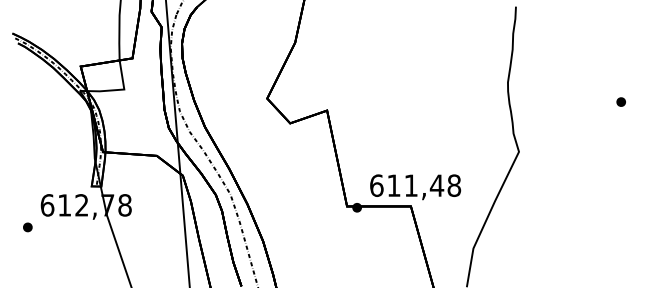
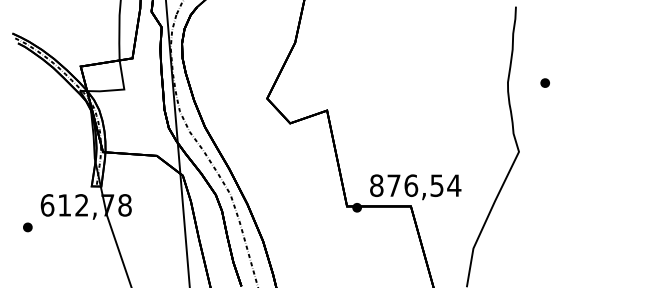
part at (620, 101) position: (620, 101) -> (544, 82)
text at (415, 185): 611,48 -> 876,54
